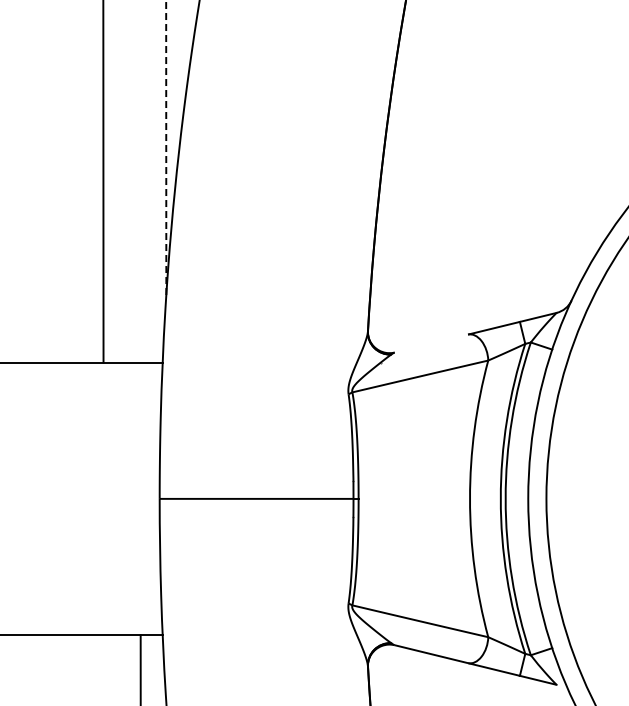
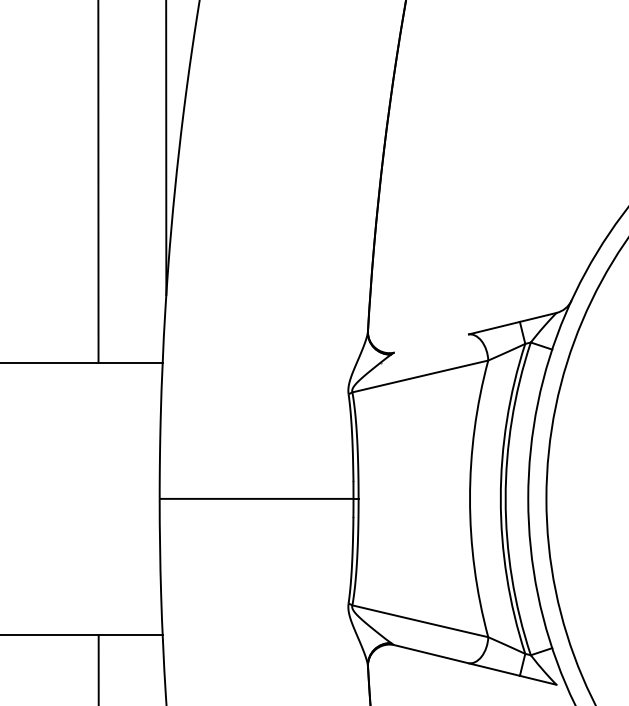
line at (166, 147): dashed -> solid
line at (103, 182) position: (103, 182) -> (98, 182)
line at (140, 668) position: (140, 668) -> (98, 668)
